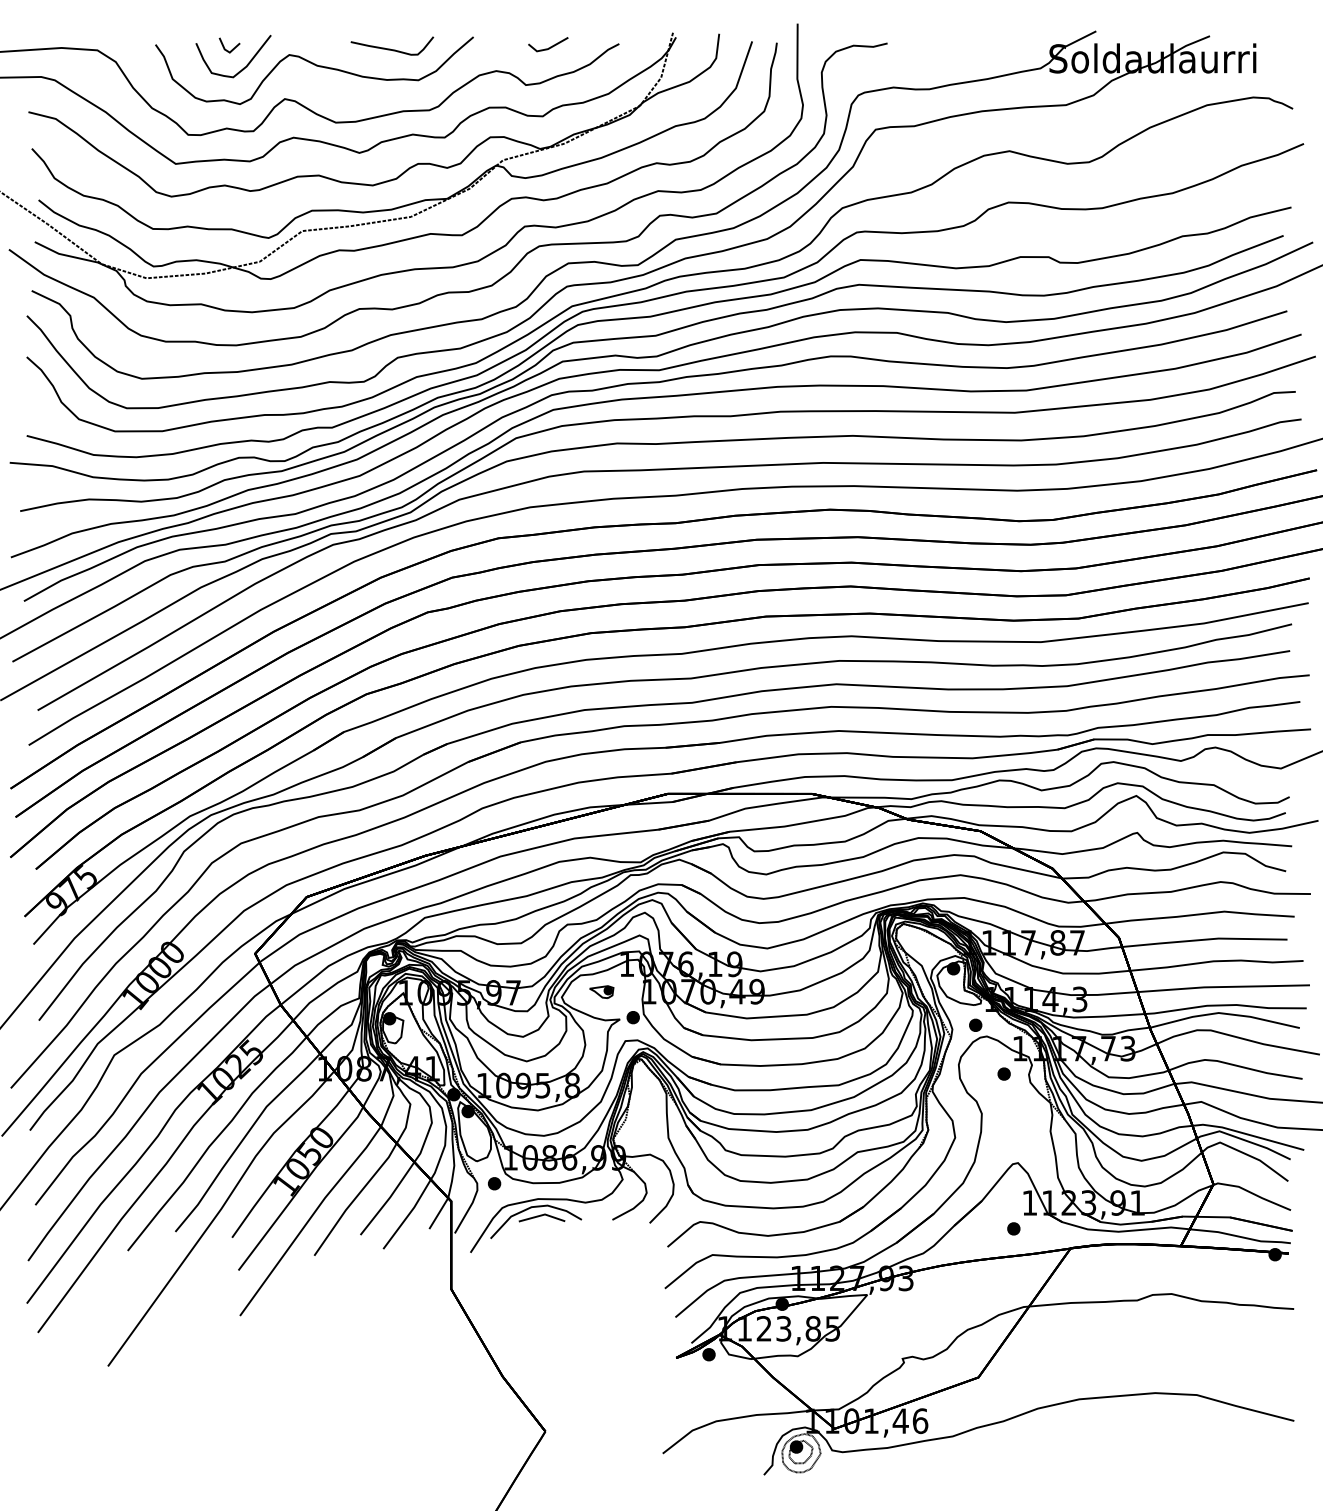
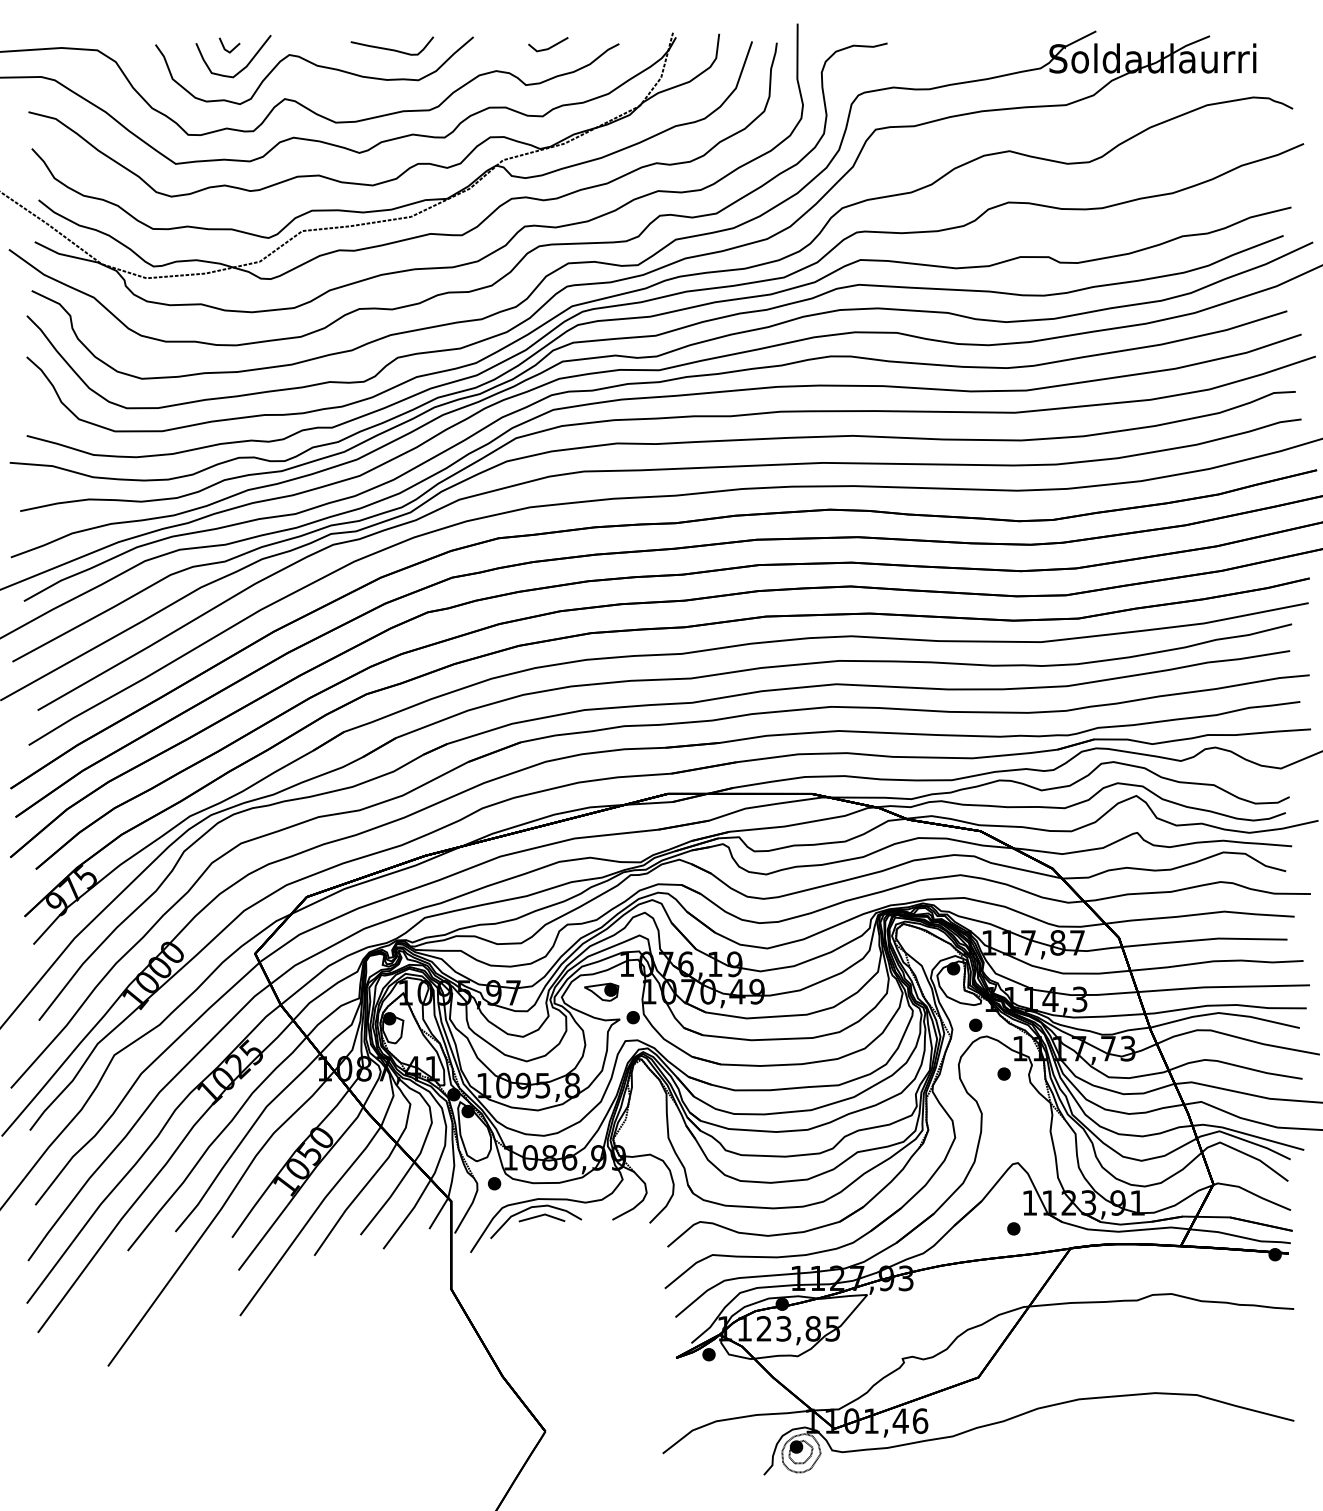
part at (601, 992) size: 26x15 px -> 36x20 px
